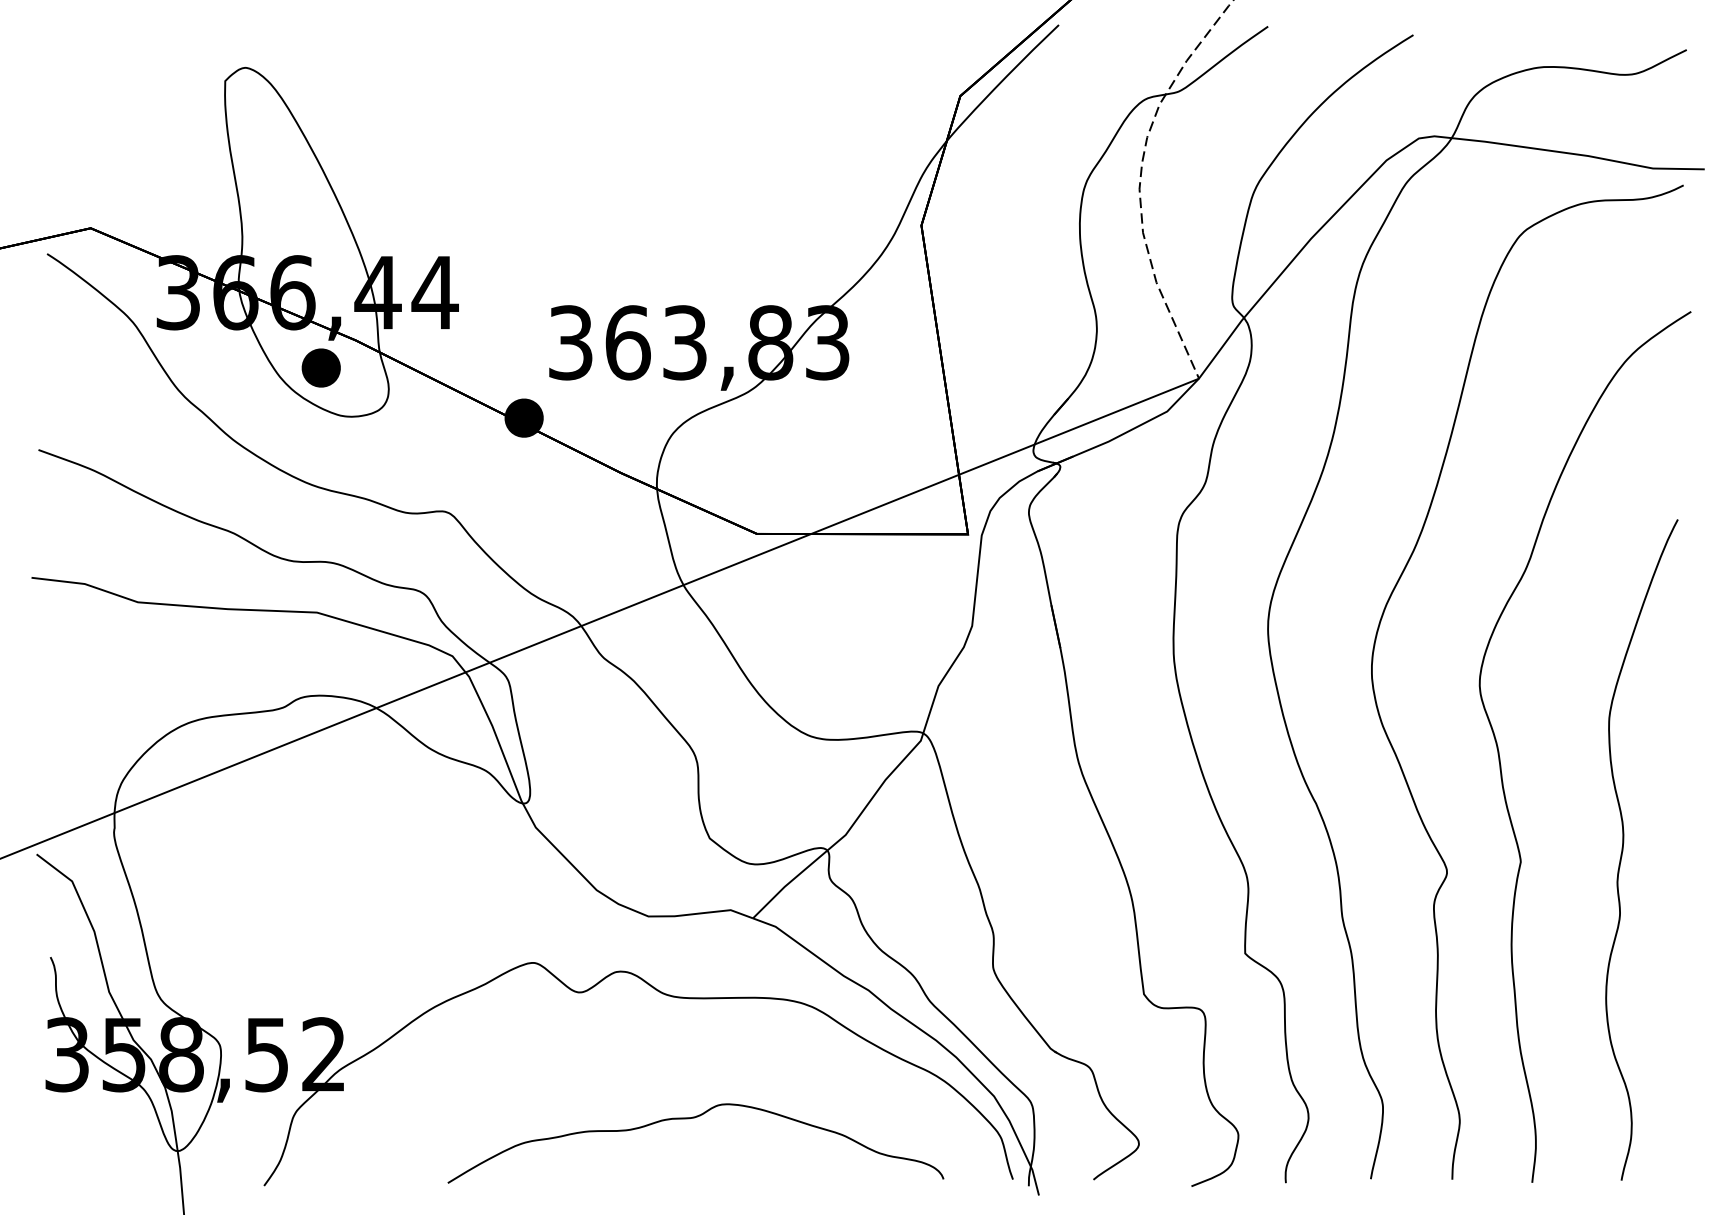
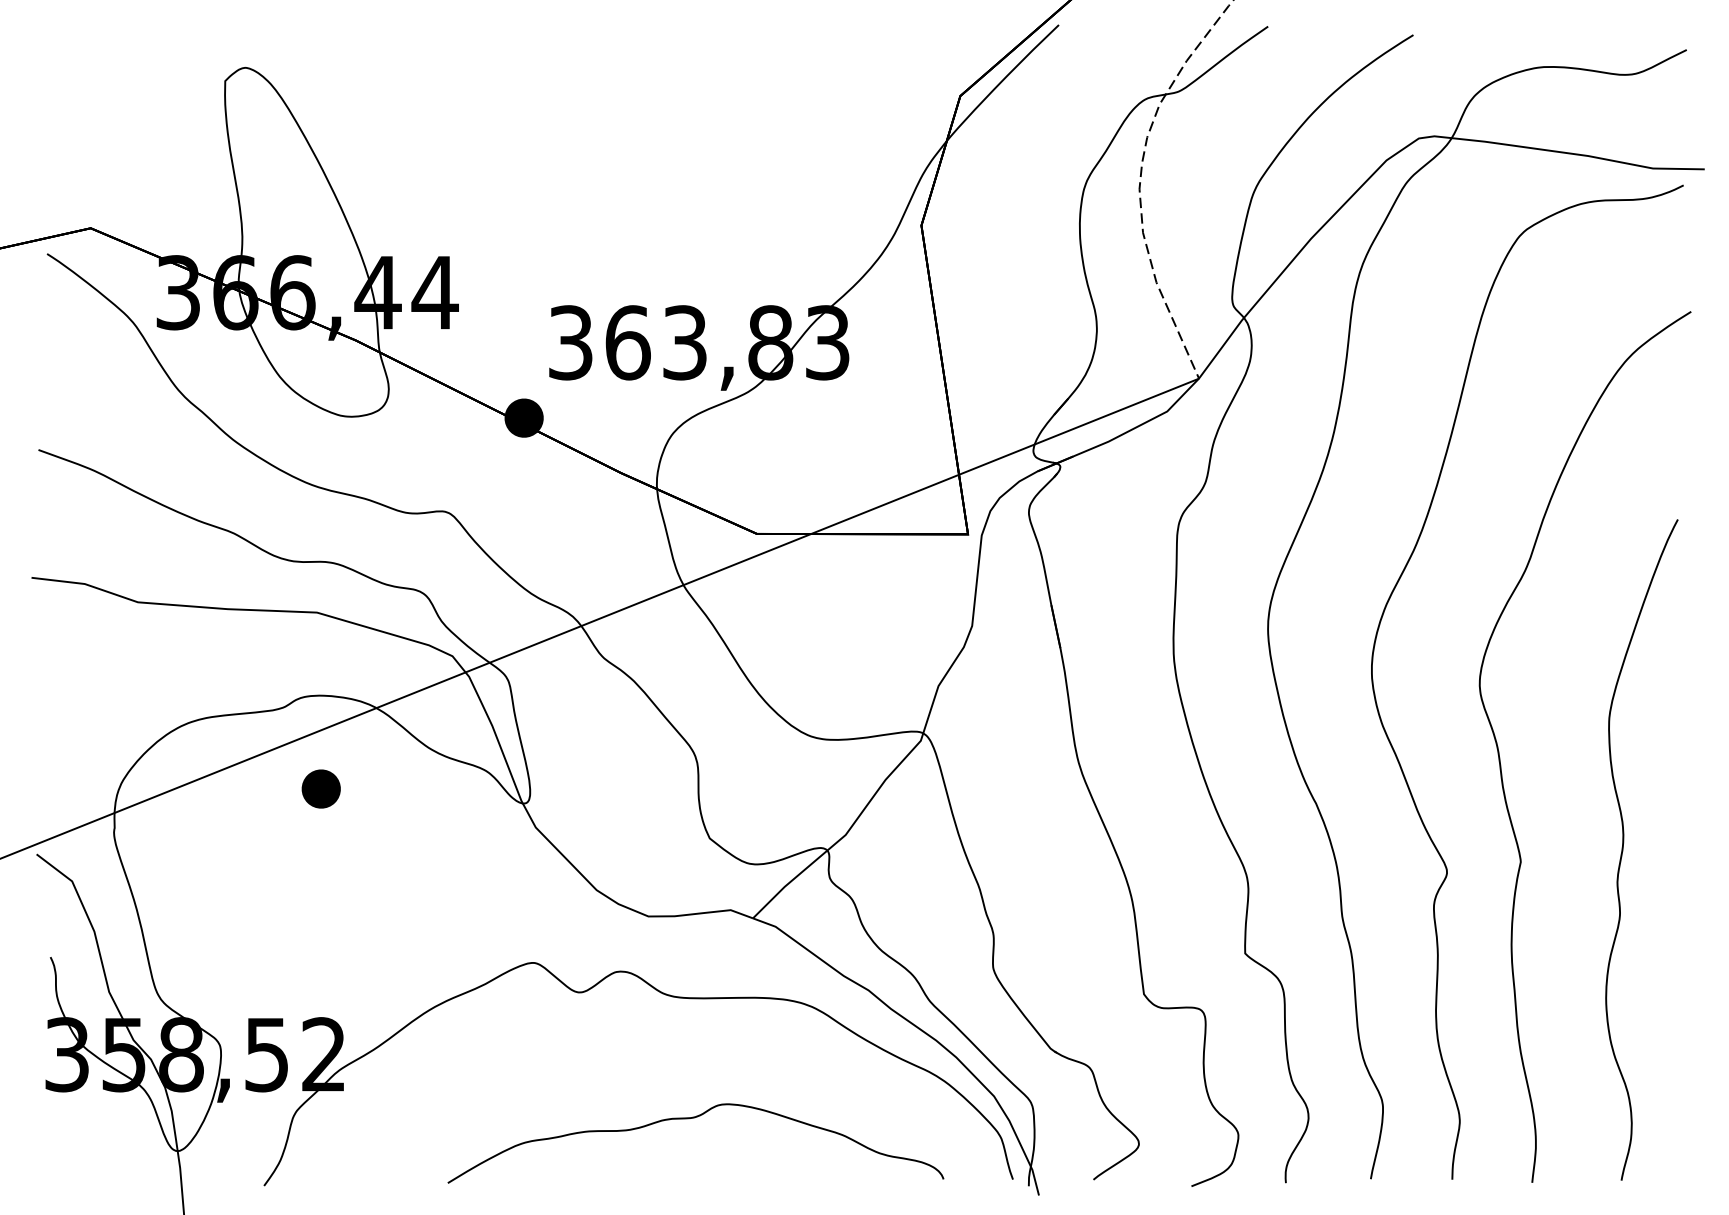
part at (320, 367) position: (320, 367) -> (320, 788)
